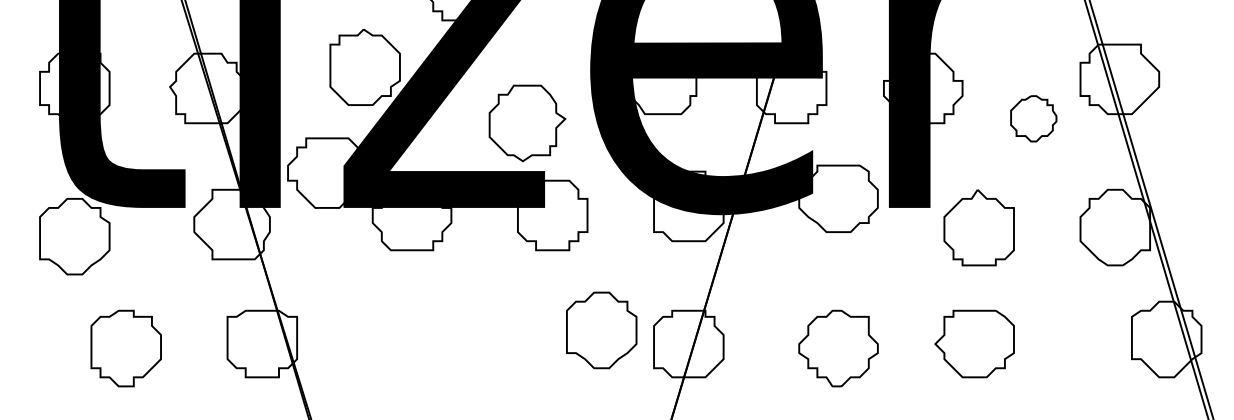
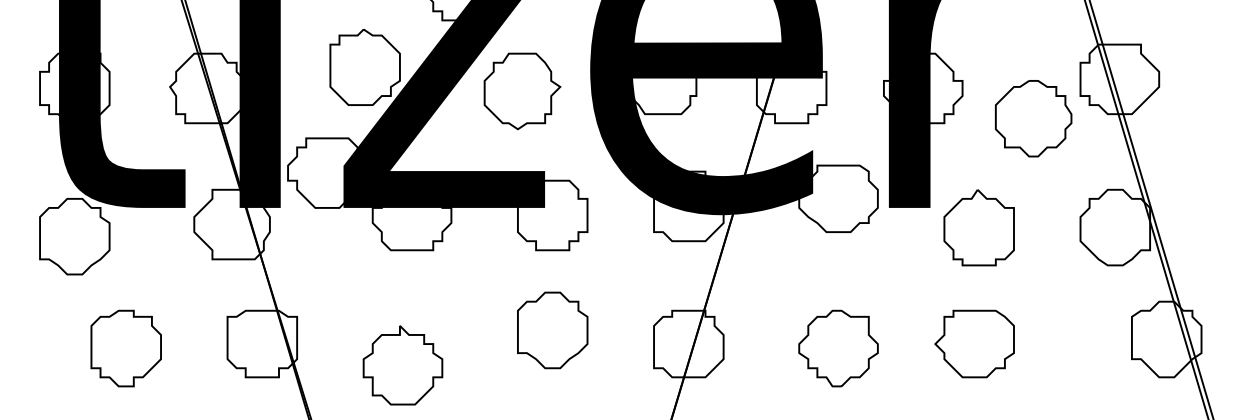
part at (1033, 118) size: 48x48 px -> 78x78 px
part at (527, 123) position: (527, 123) -> (522, 91)
part at (601, 330) position: (601, 330) -> (552, 330)
part at (402, 365): none -> present
